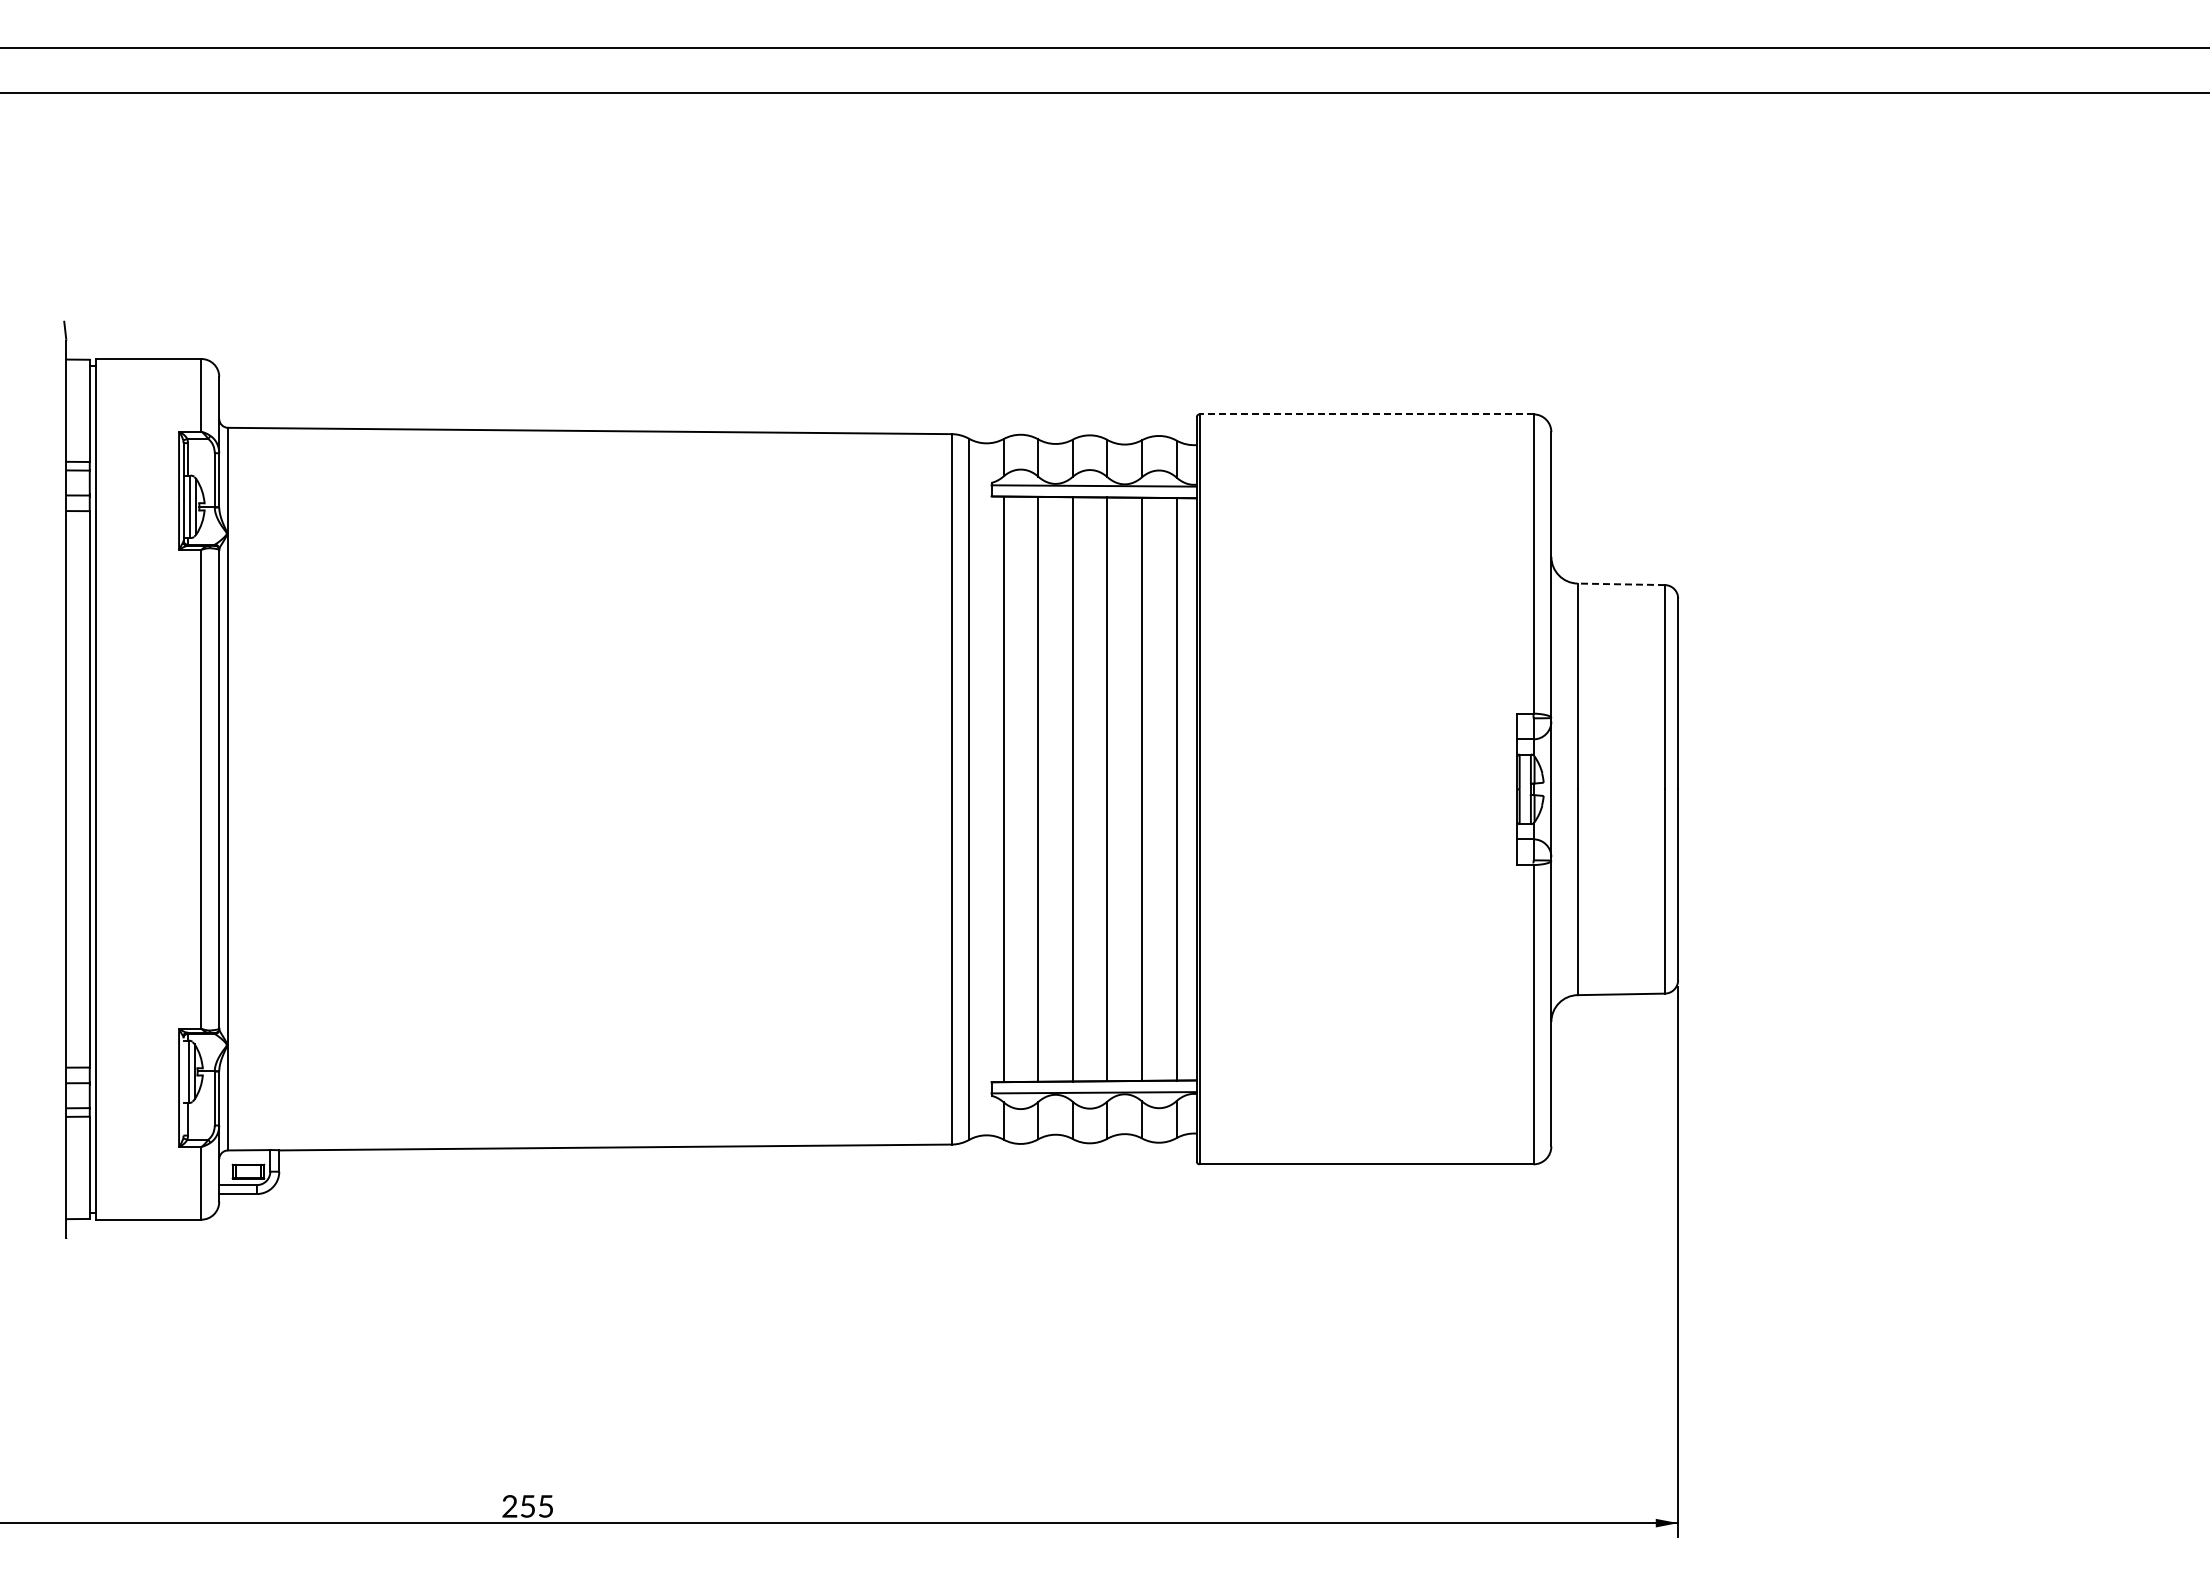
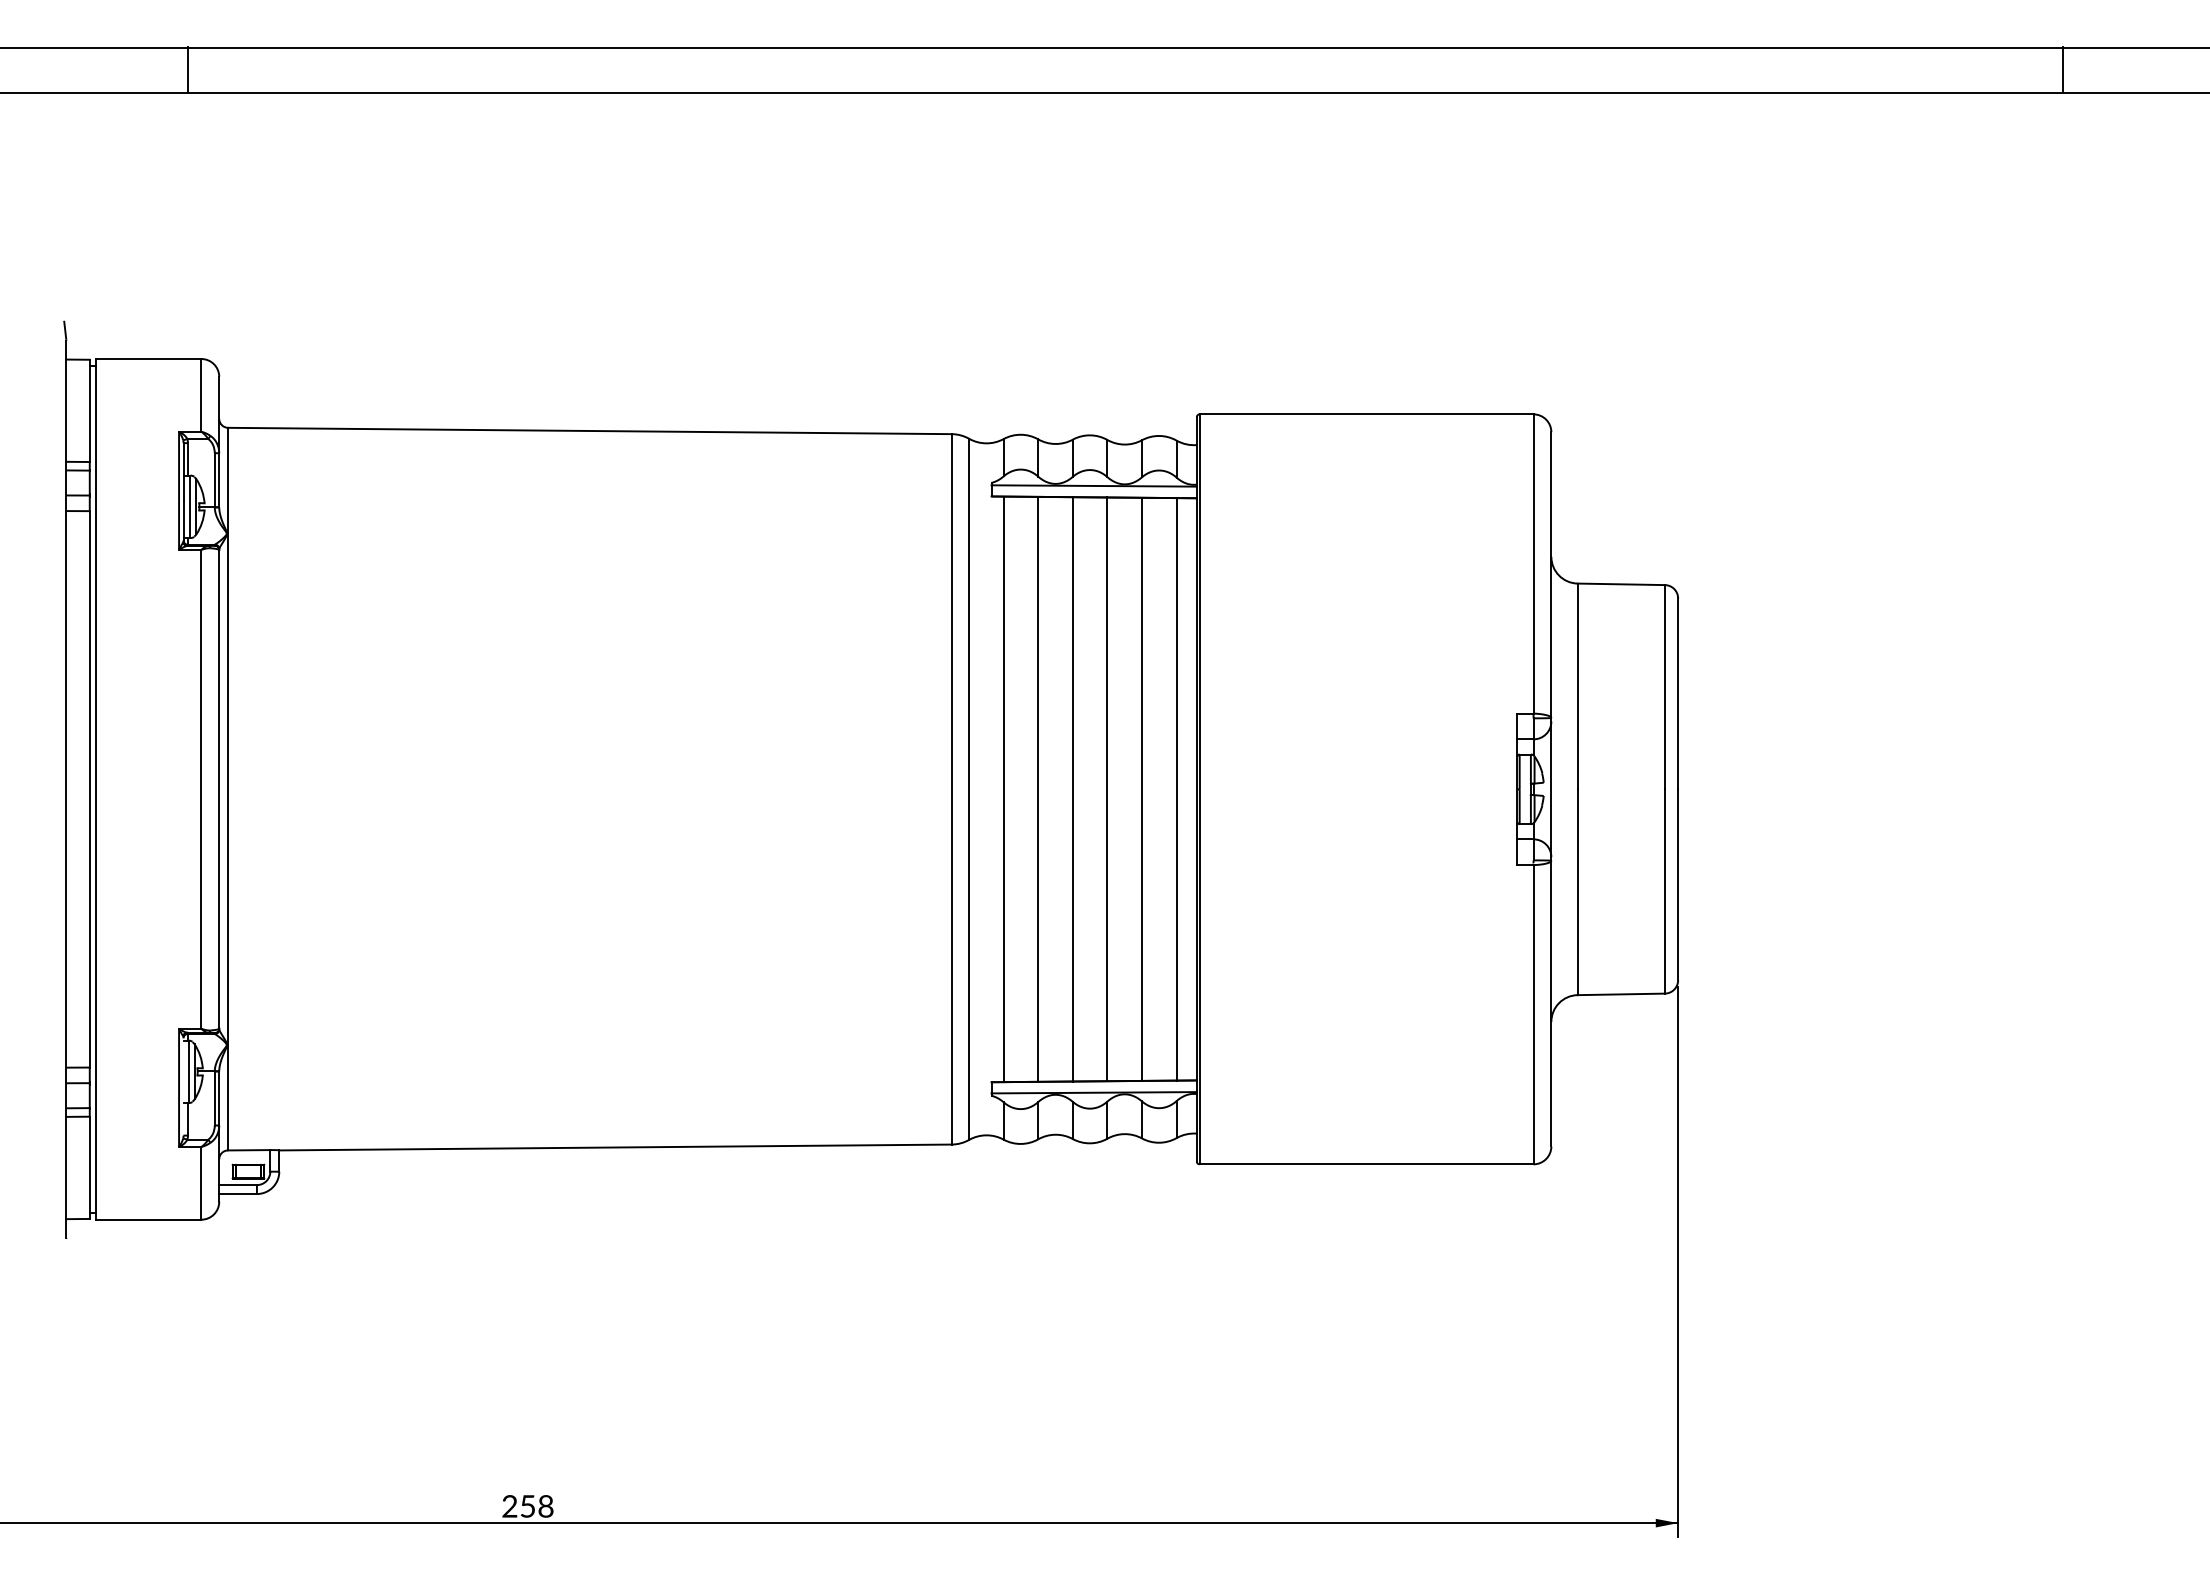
line at (188, 69): none -> present
line at (2063, 69): none -> present
line at (1366, 414): dashed -> solid
line at (1621, 584): dashed -> solid
text at (545, 1506): 255 -> 258
